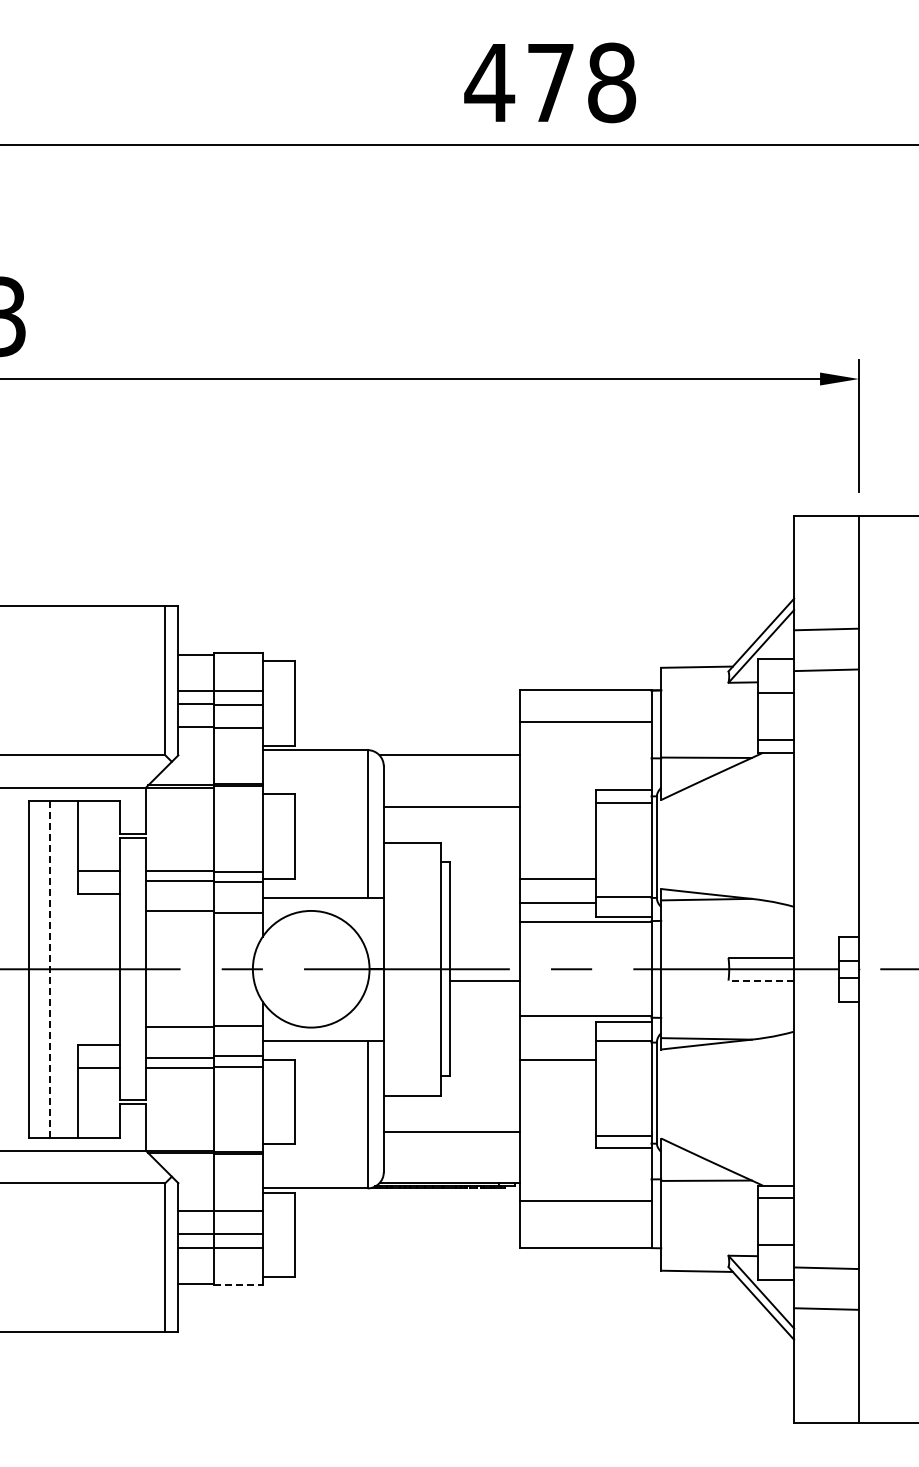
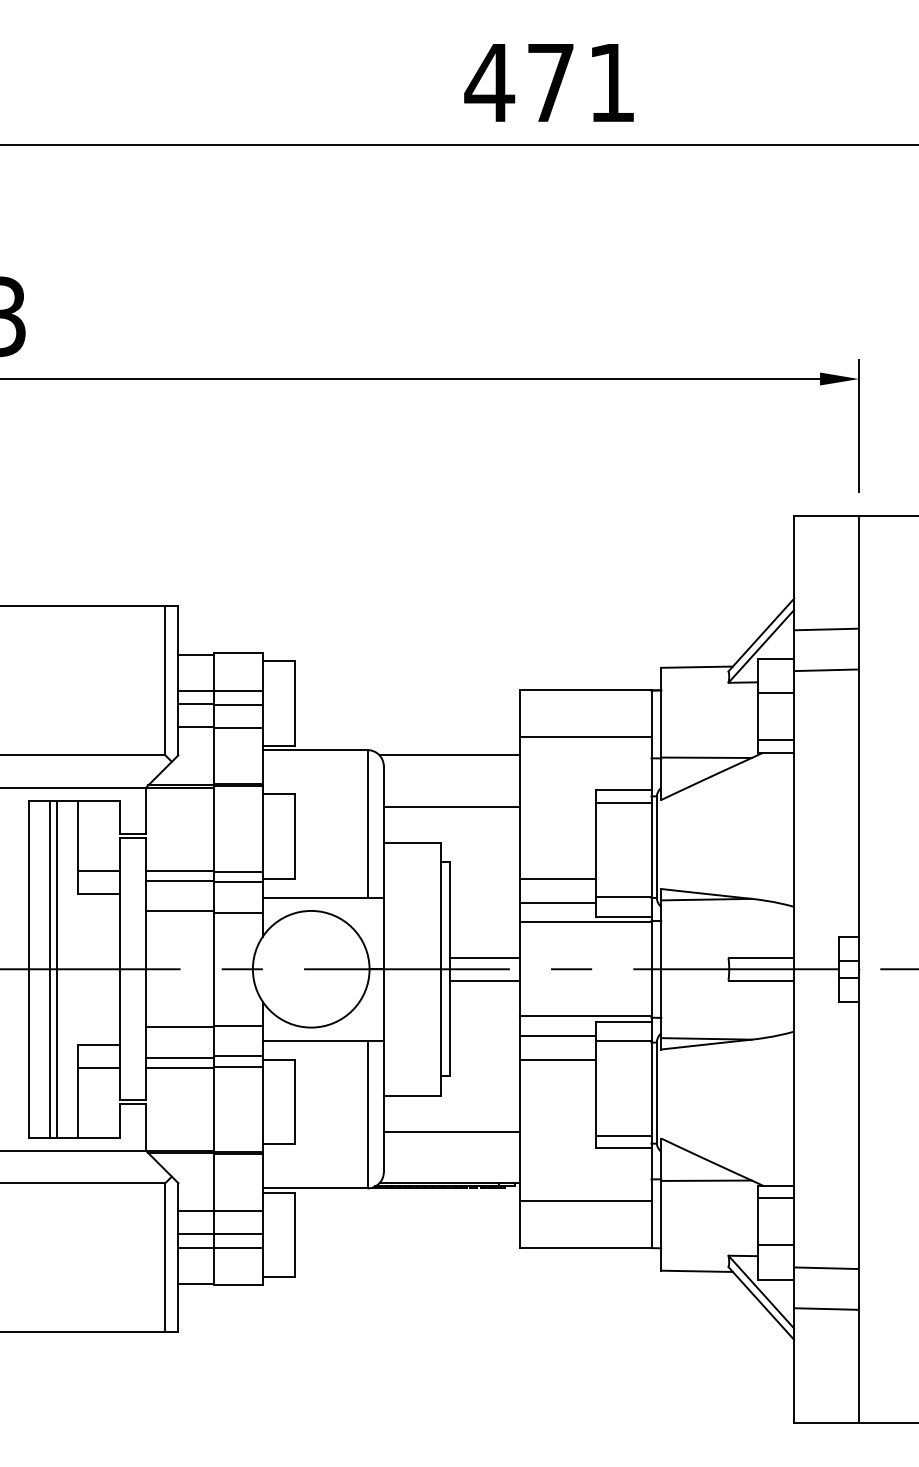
text at (612, 82): 478 -> 471
line at (585, 722) position: (585, 722) -> (585, 737)
line at (484, 957): none -> present
line at (56, 968): none -> present
line at (50, 969): dashed -> solid
line at (761, 980): dashed -> solid
line at (557, 1035): none -> present
line at (238, 1285): dashed -> solid
